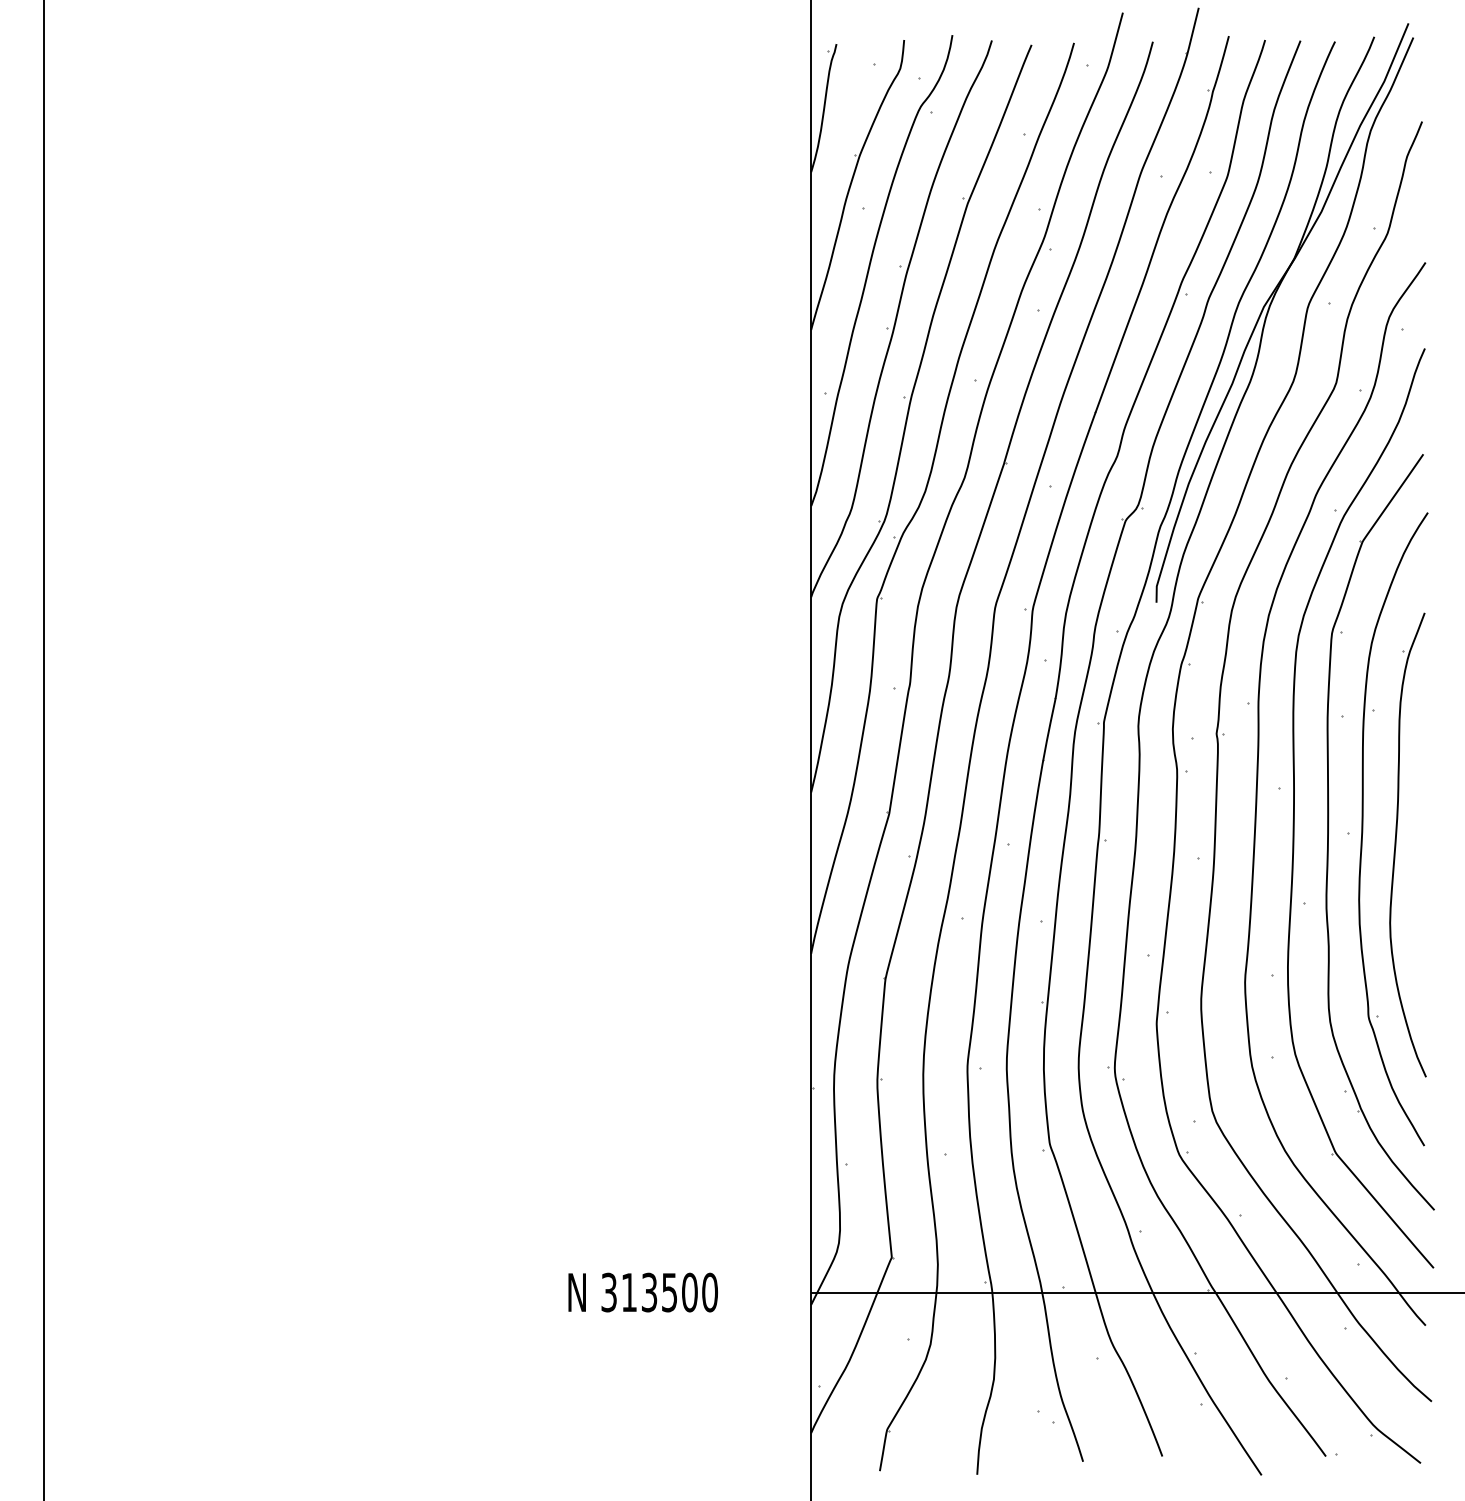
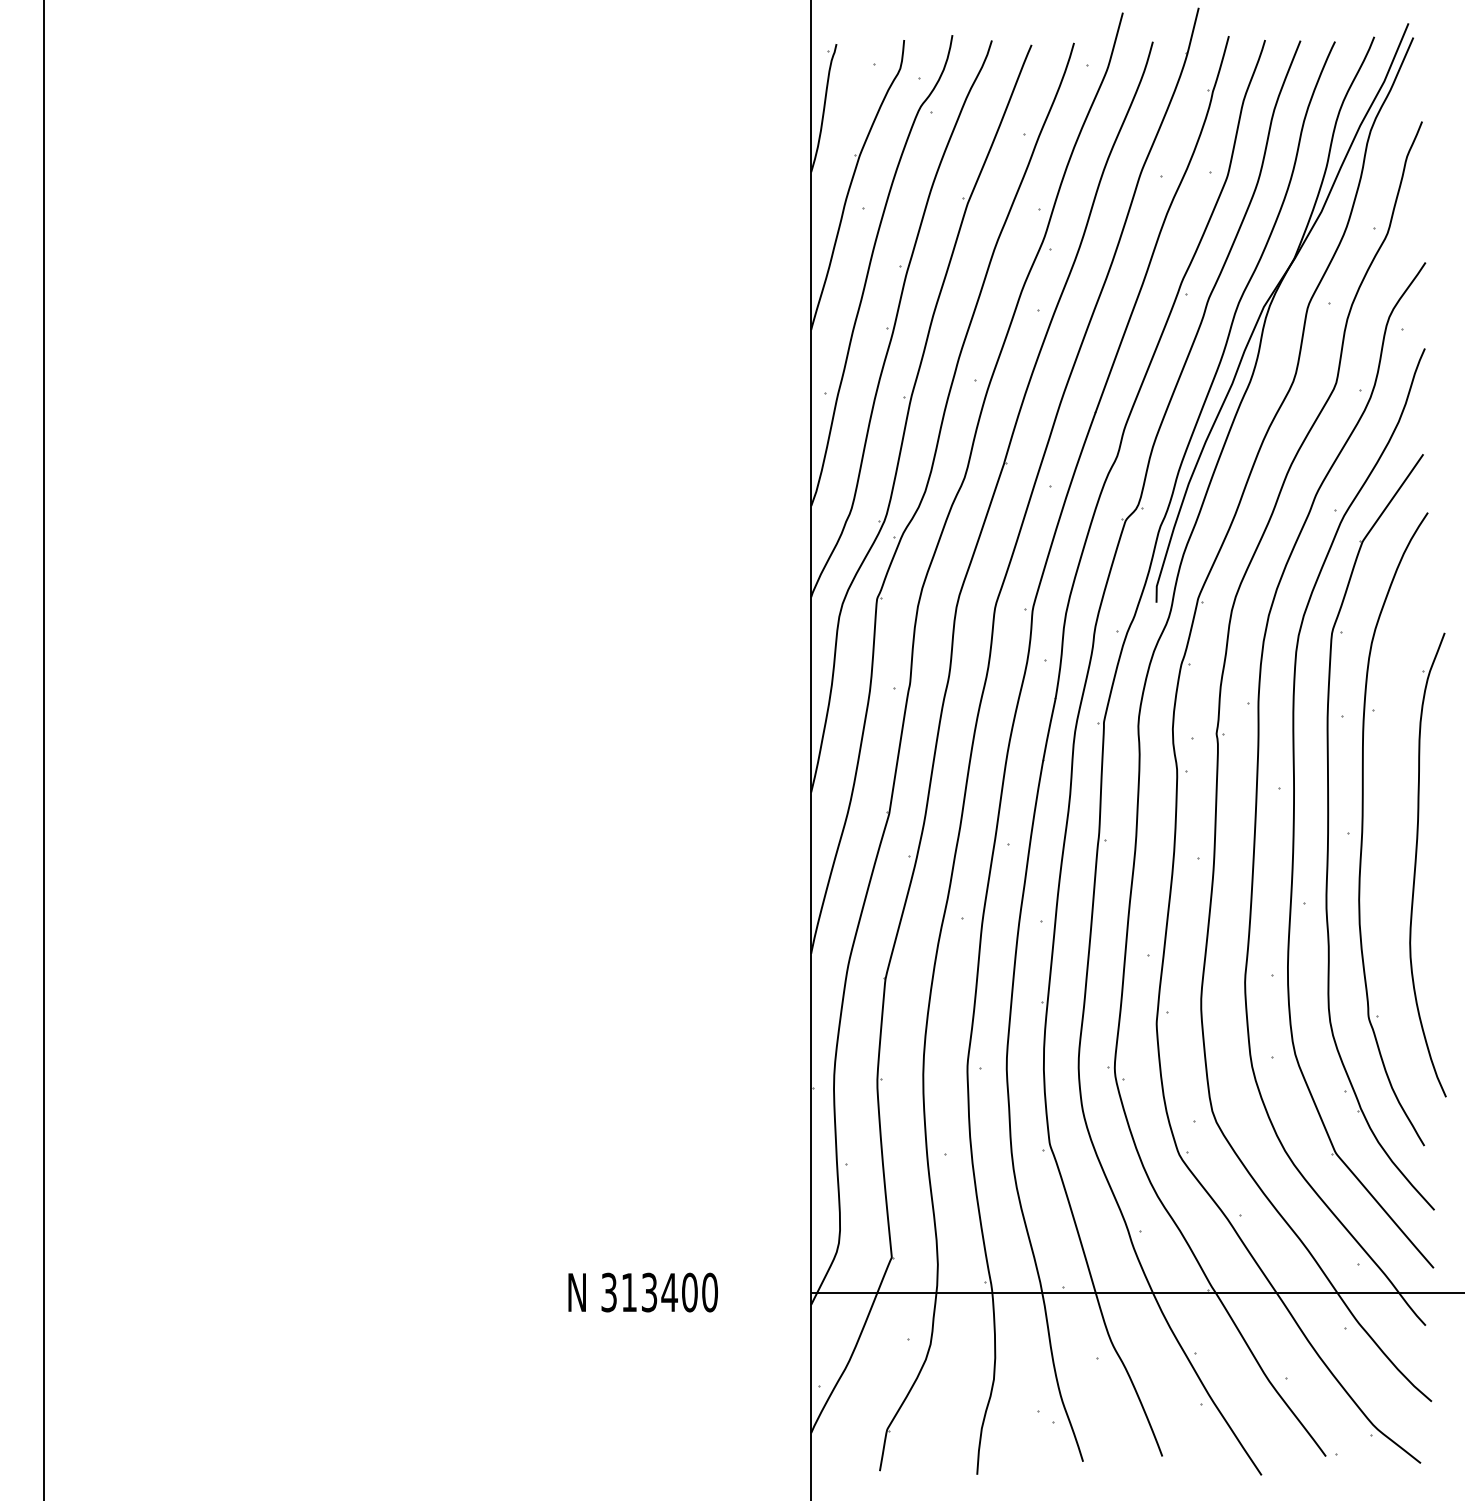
part at (1396, 844) position: (1396, 844) -> (1416, 864)
text at (669, 1292): 313500 -> 313400
